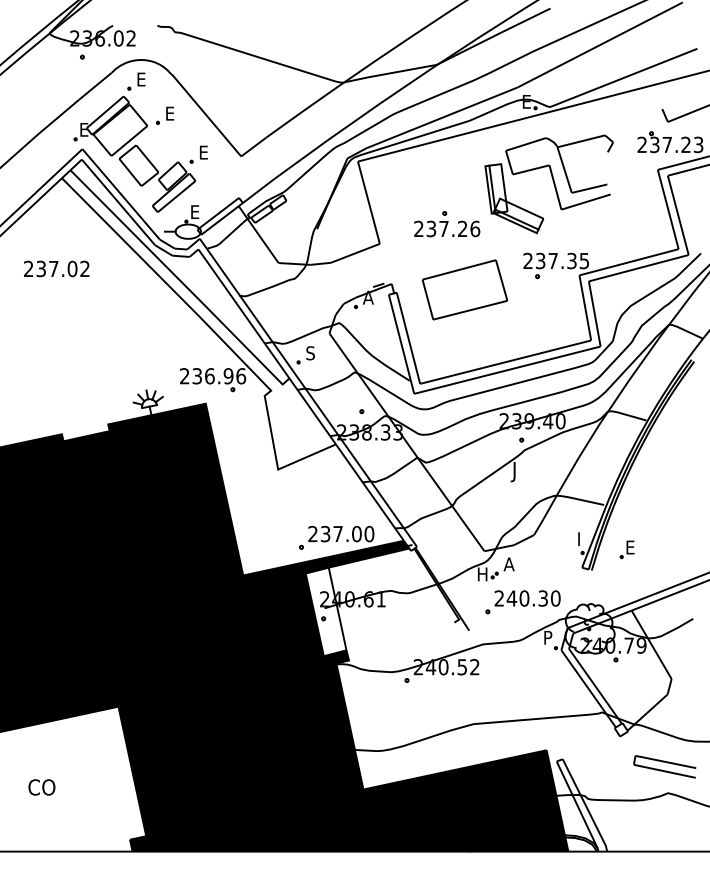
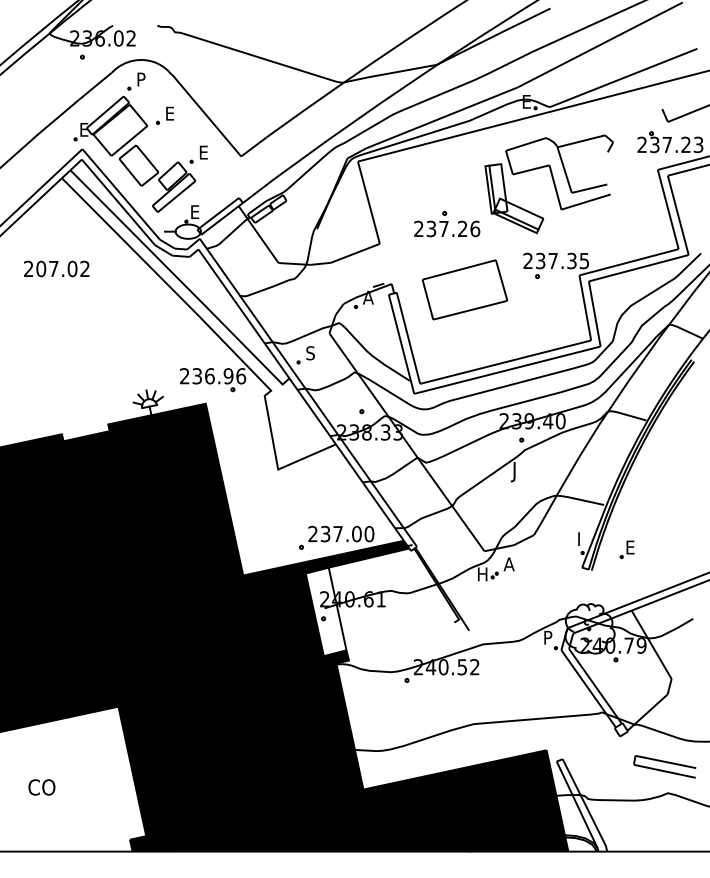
text at (142, 79): E -> P
text at (41, 268): 237.02 -> 207.02
part at (522, 602): present -> none
